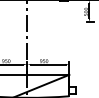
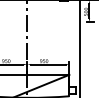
line at (80, 48): none -> present
